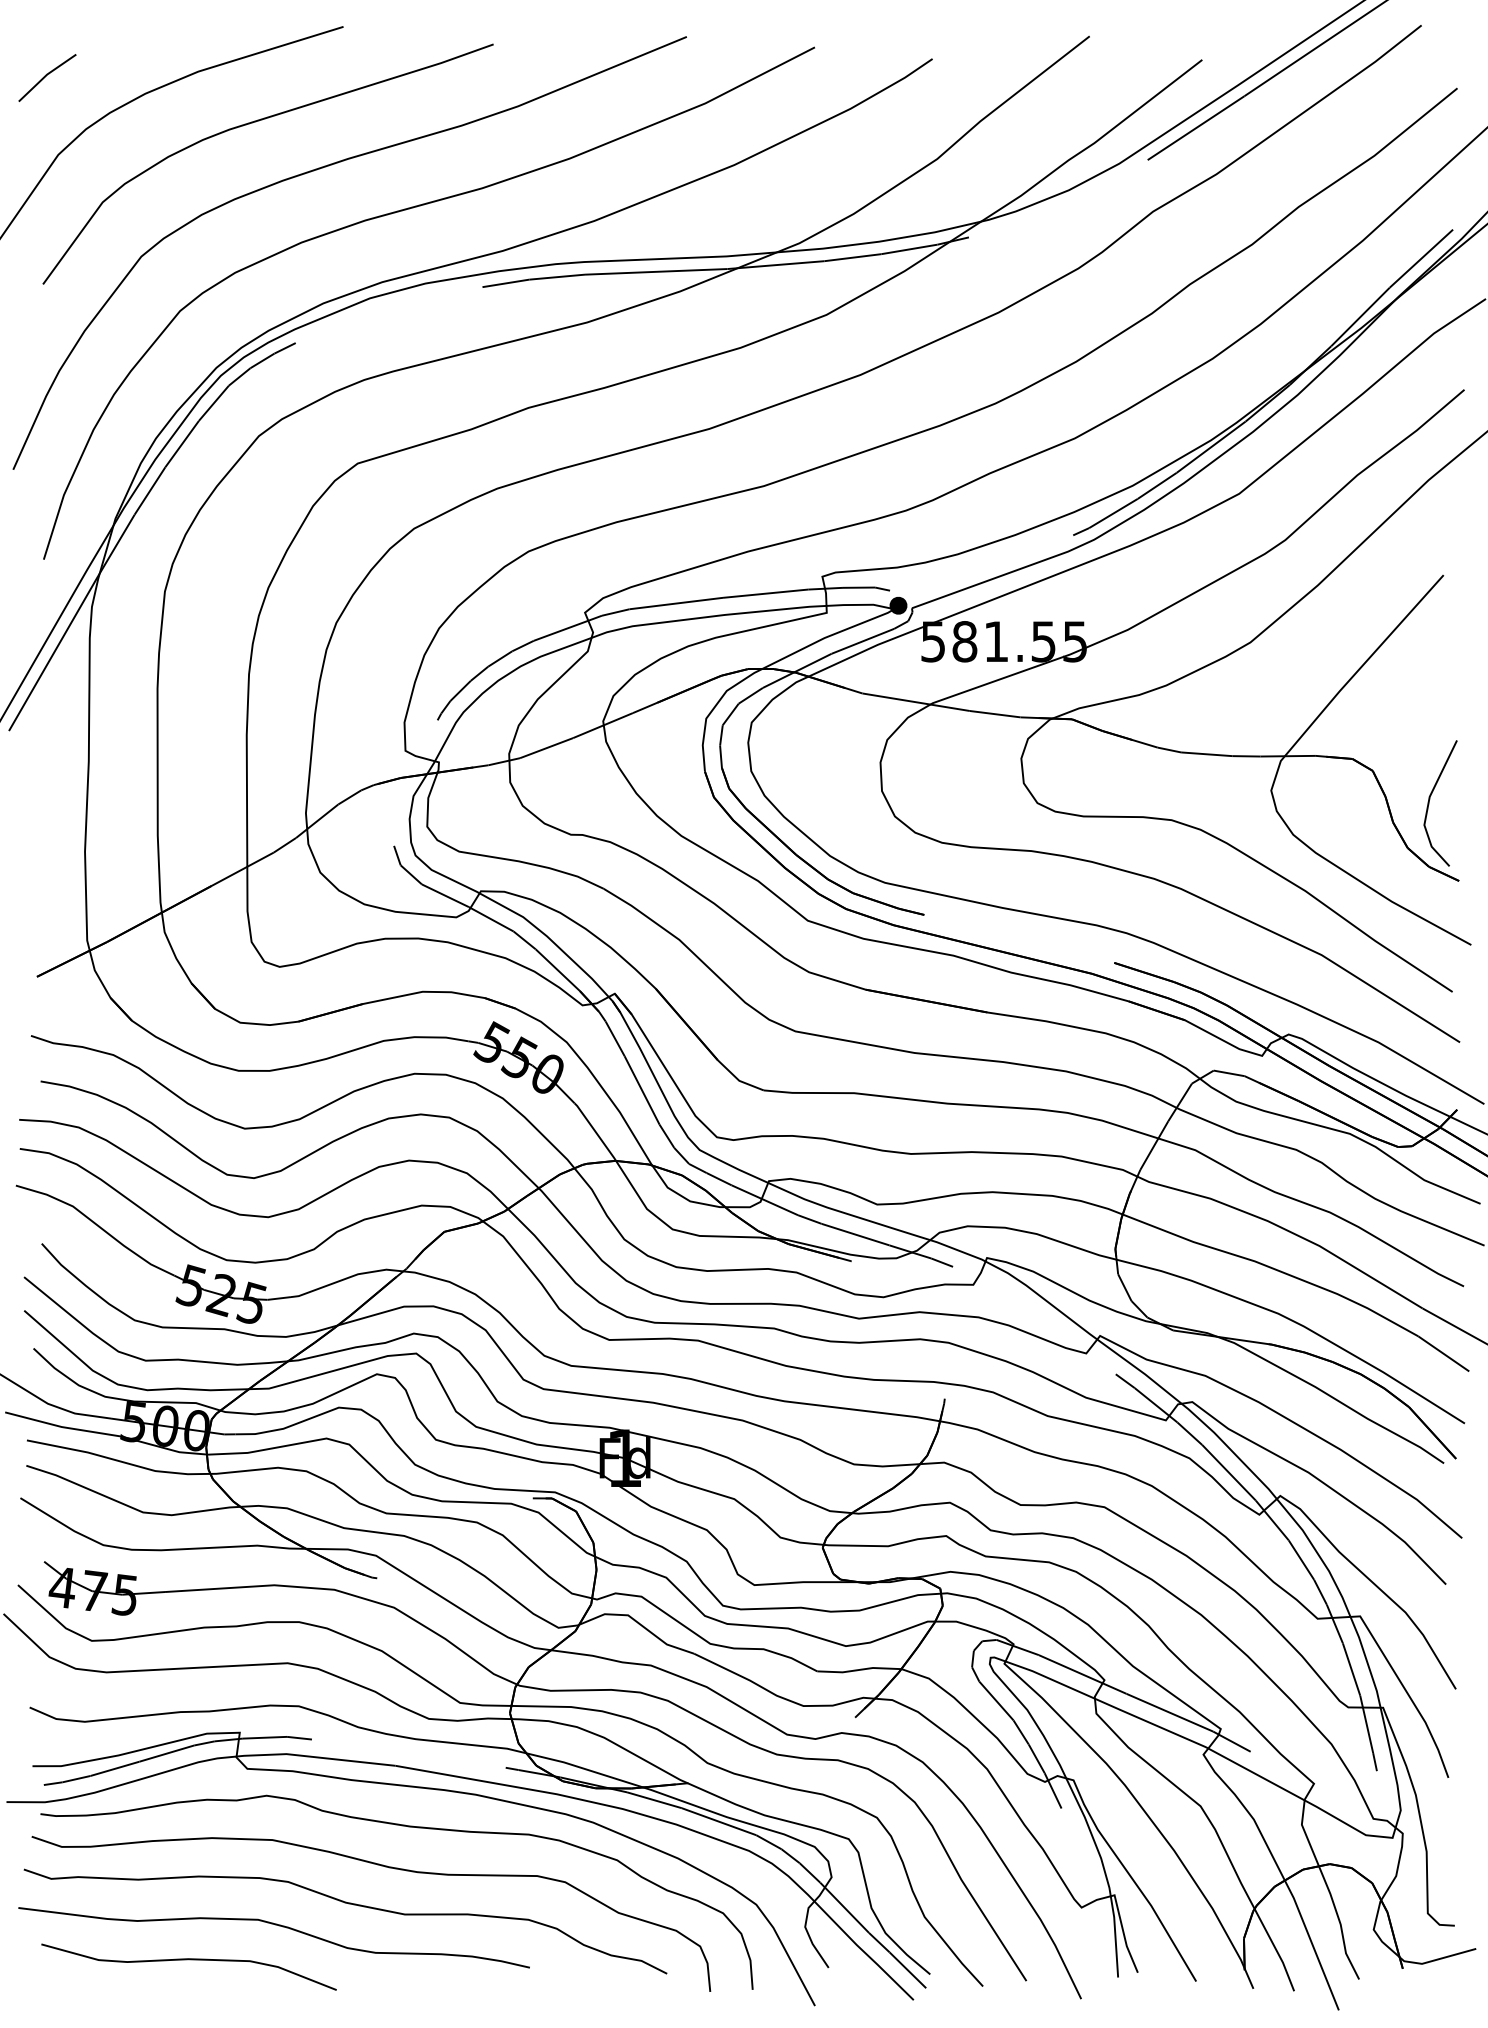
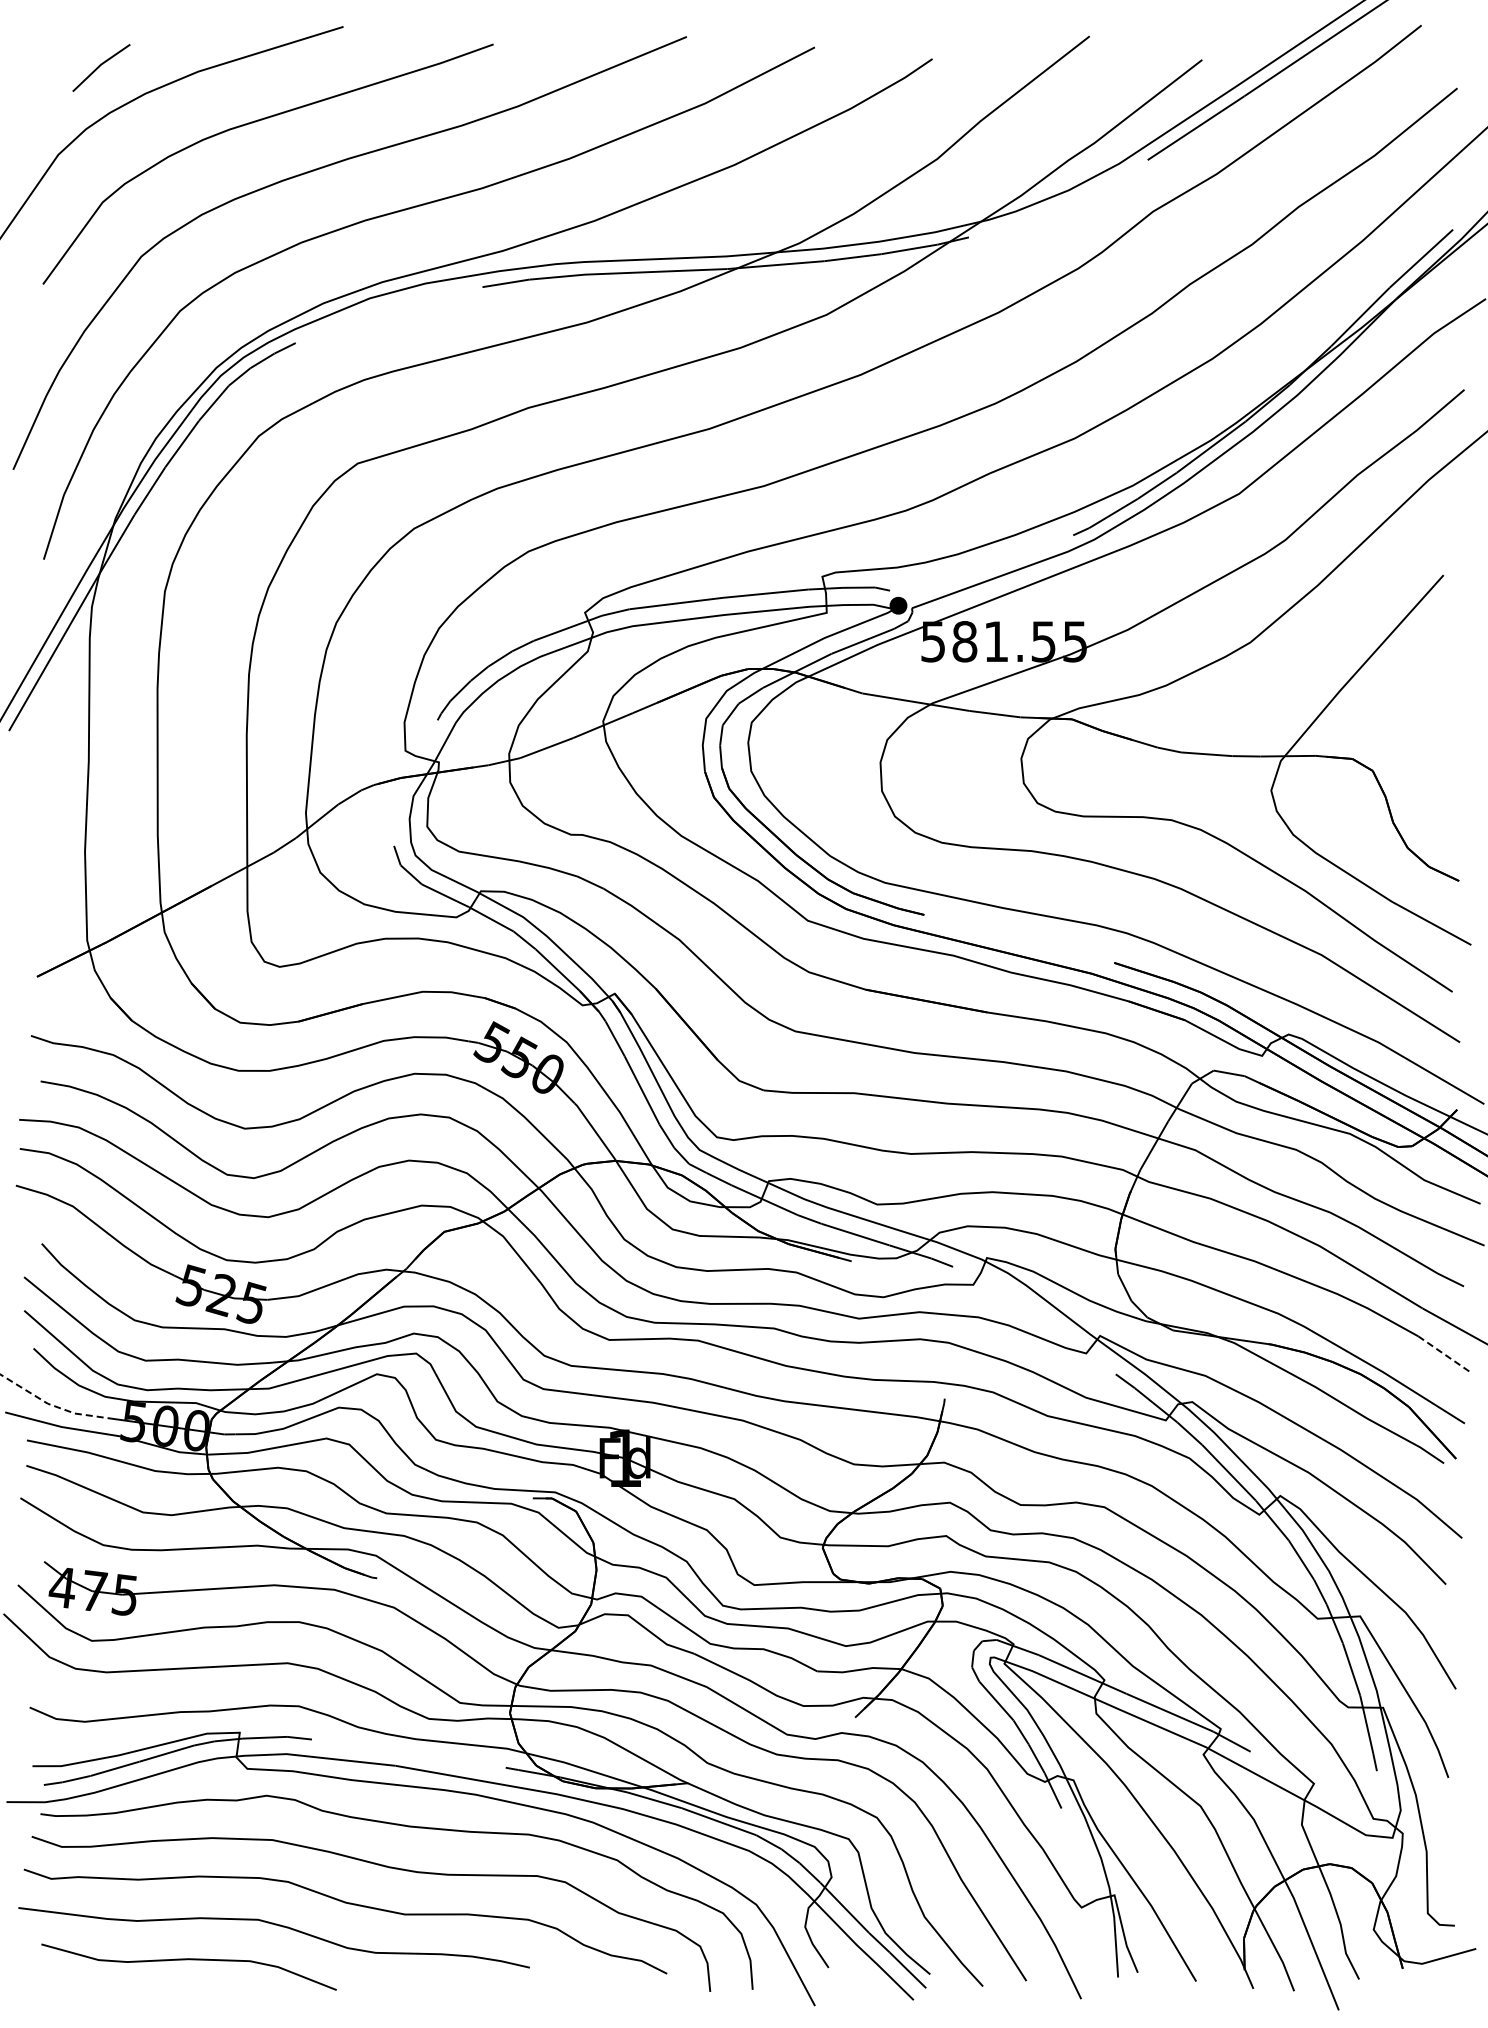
line at (46, 76) position: (46, 76) -> (100, 66)
line at (1430, 799): present -> none
line at (1443, 1353): solid -> dashed
line at (52, 1405): solid -> dashed
